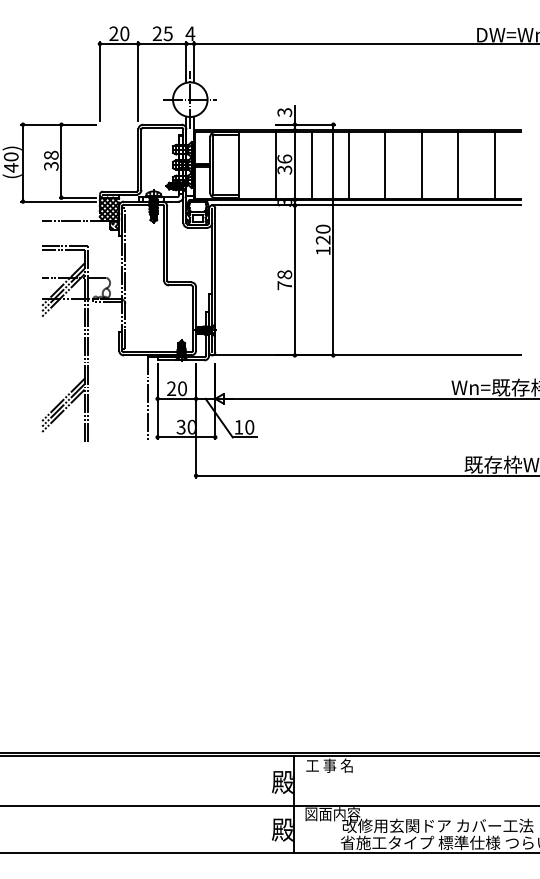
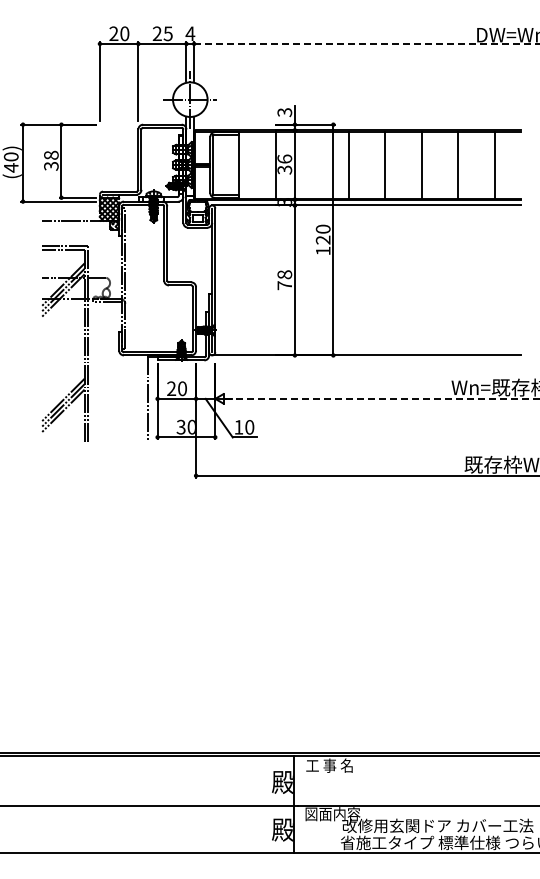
line at (367, 43): solid -> dashed
line at (312, 164): present -> none
line at (382, 398): solid -> dashed
